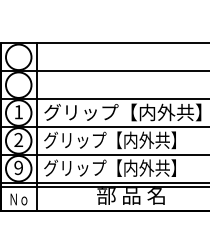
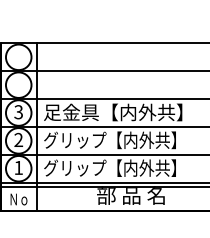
text at (18, 112): 1 -> 3
text at (122, 112): グリップ【内外共】 -> 足金具【内外共】
text at (18, 167): 9 -> 1
